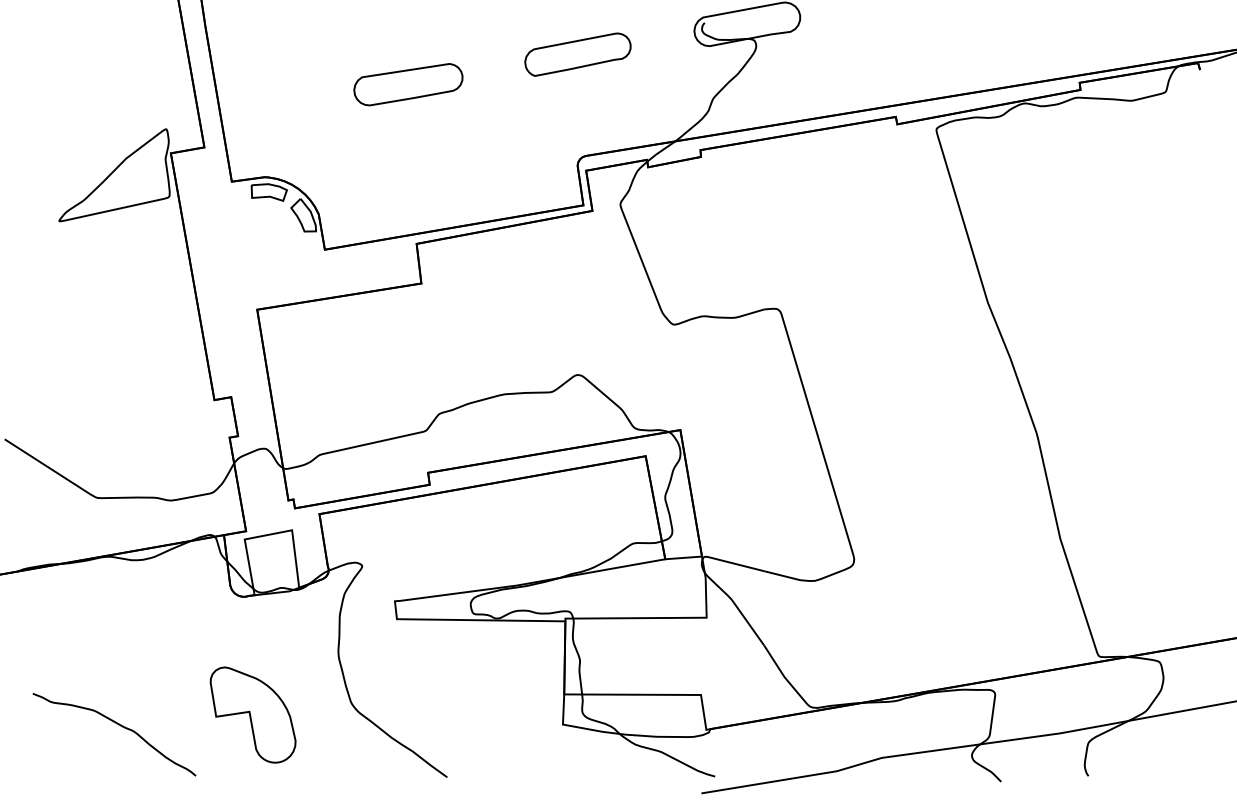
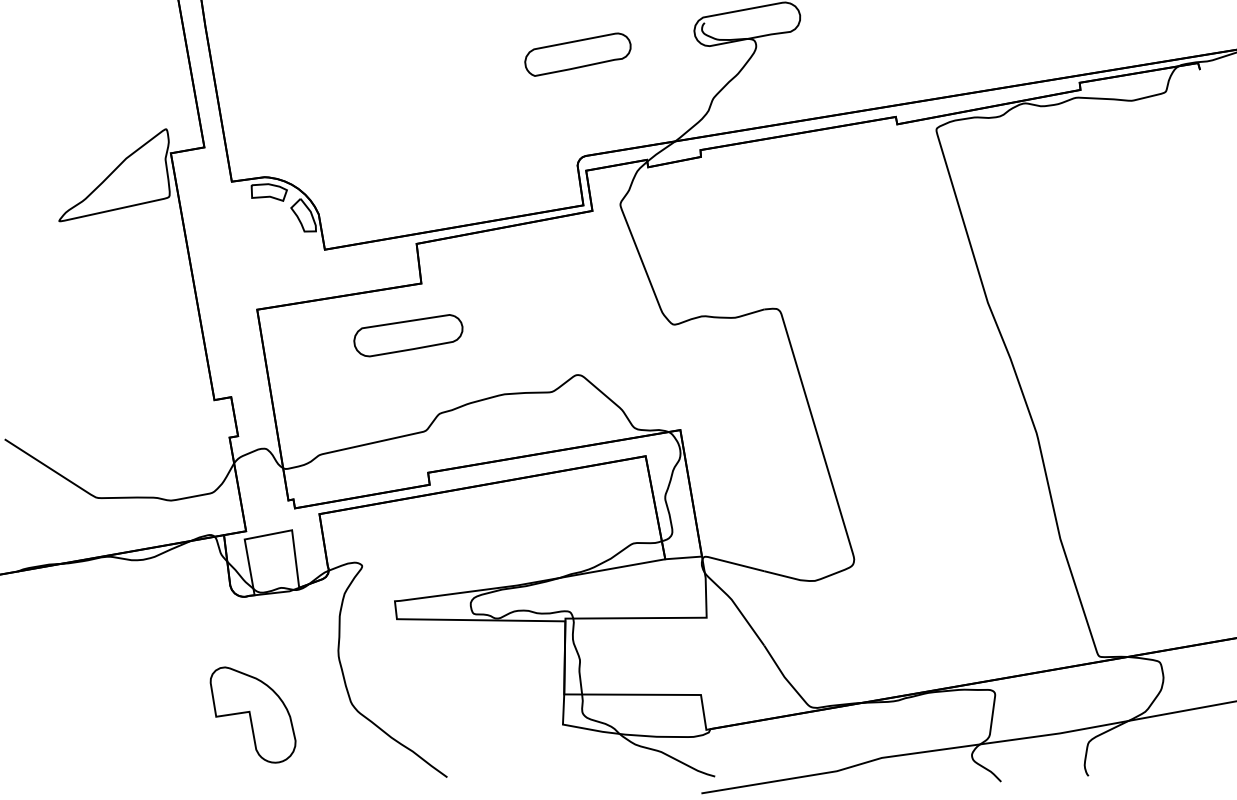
part at (408, 84) position: (408, 84) -> (408, 335)
curve at (118, 725): present -> none
